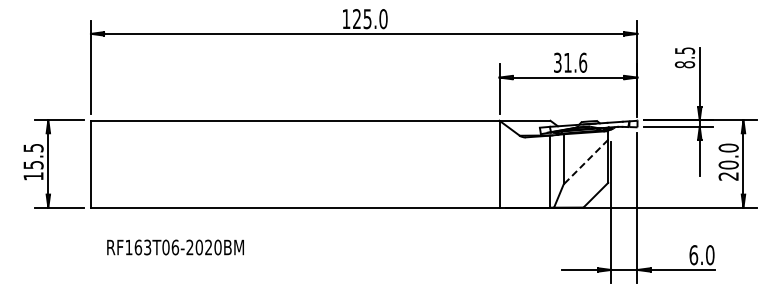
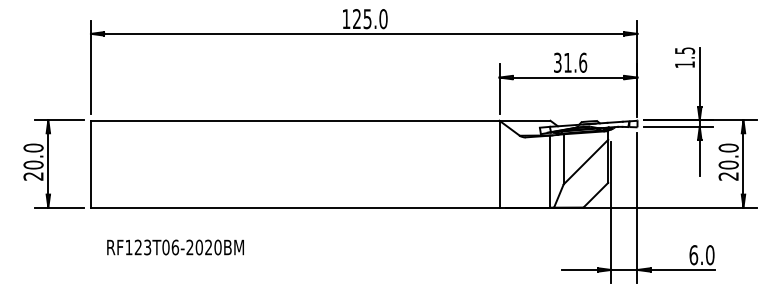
text at (684, 64): 8.5 -> 1.5
text at (33, 161): 15.5 -> 20.0
line at (585, 162): dashed -> solid
text at (138, 247): RF163T06-2020BM -> RF123T06-2020BM
